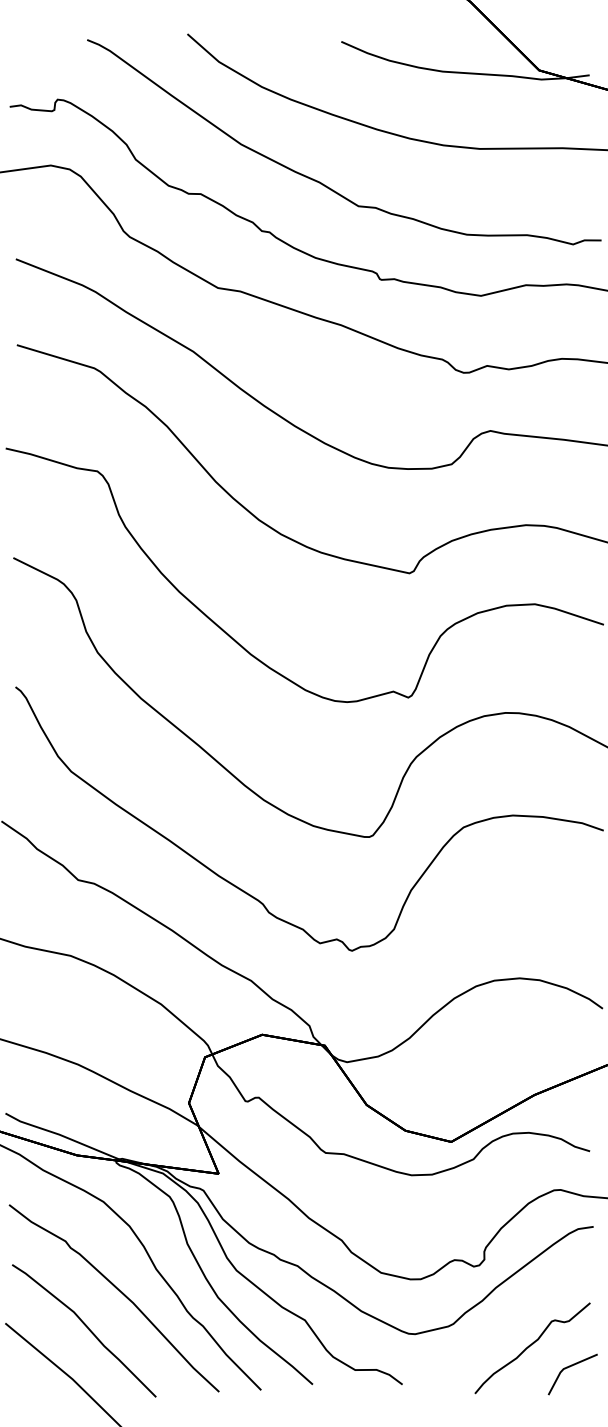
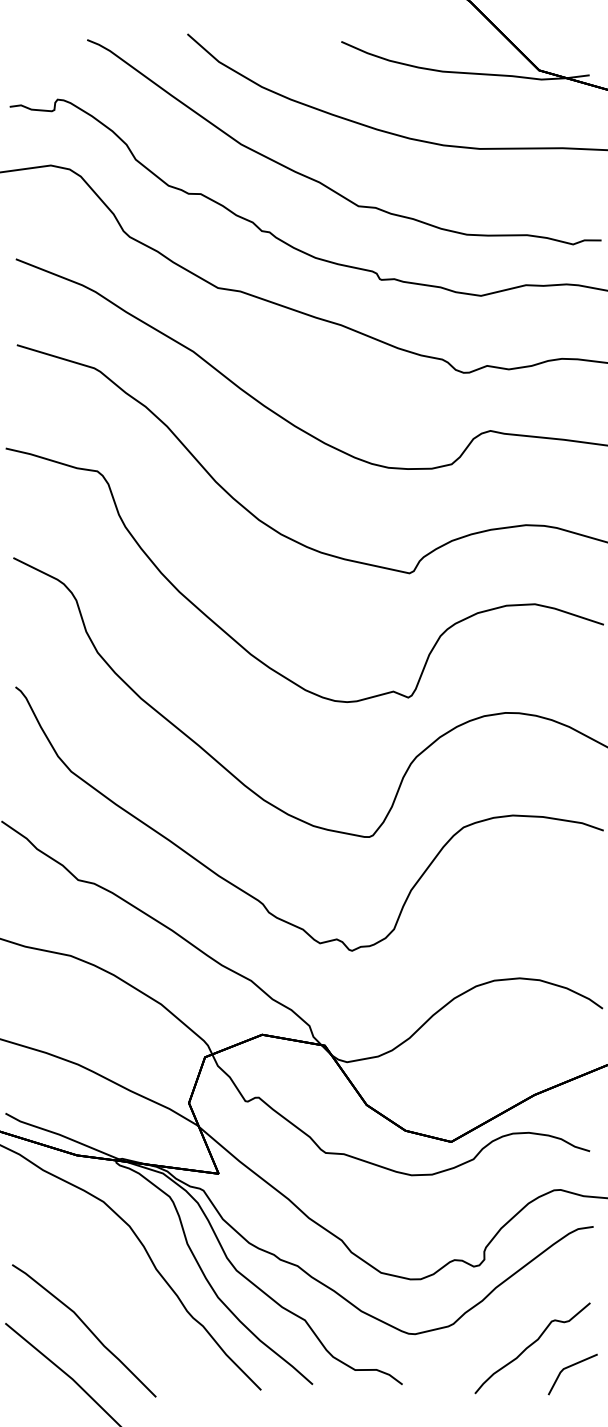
curve at (119, 1291): present -> none
